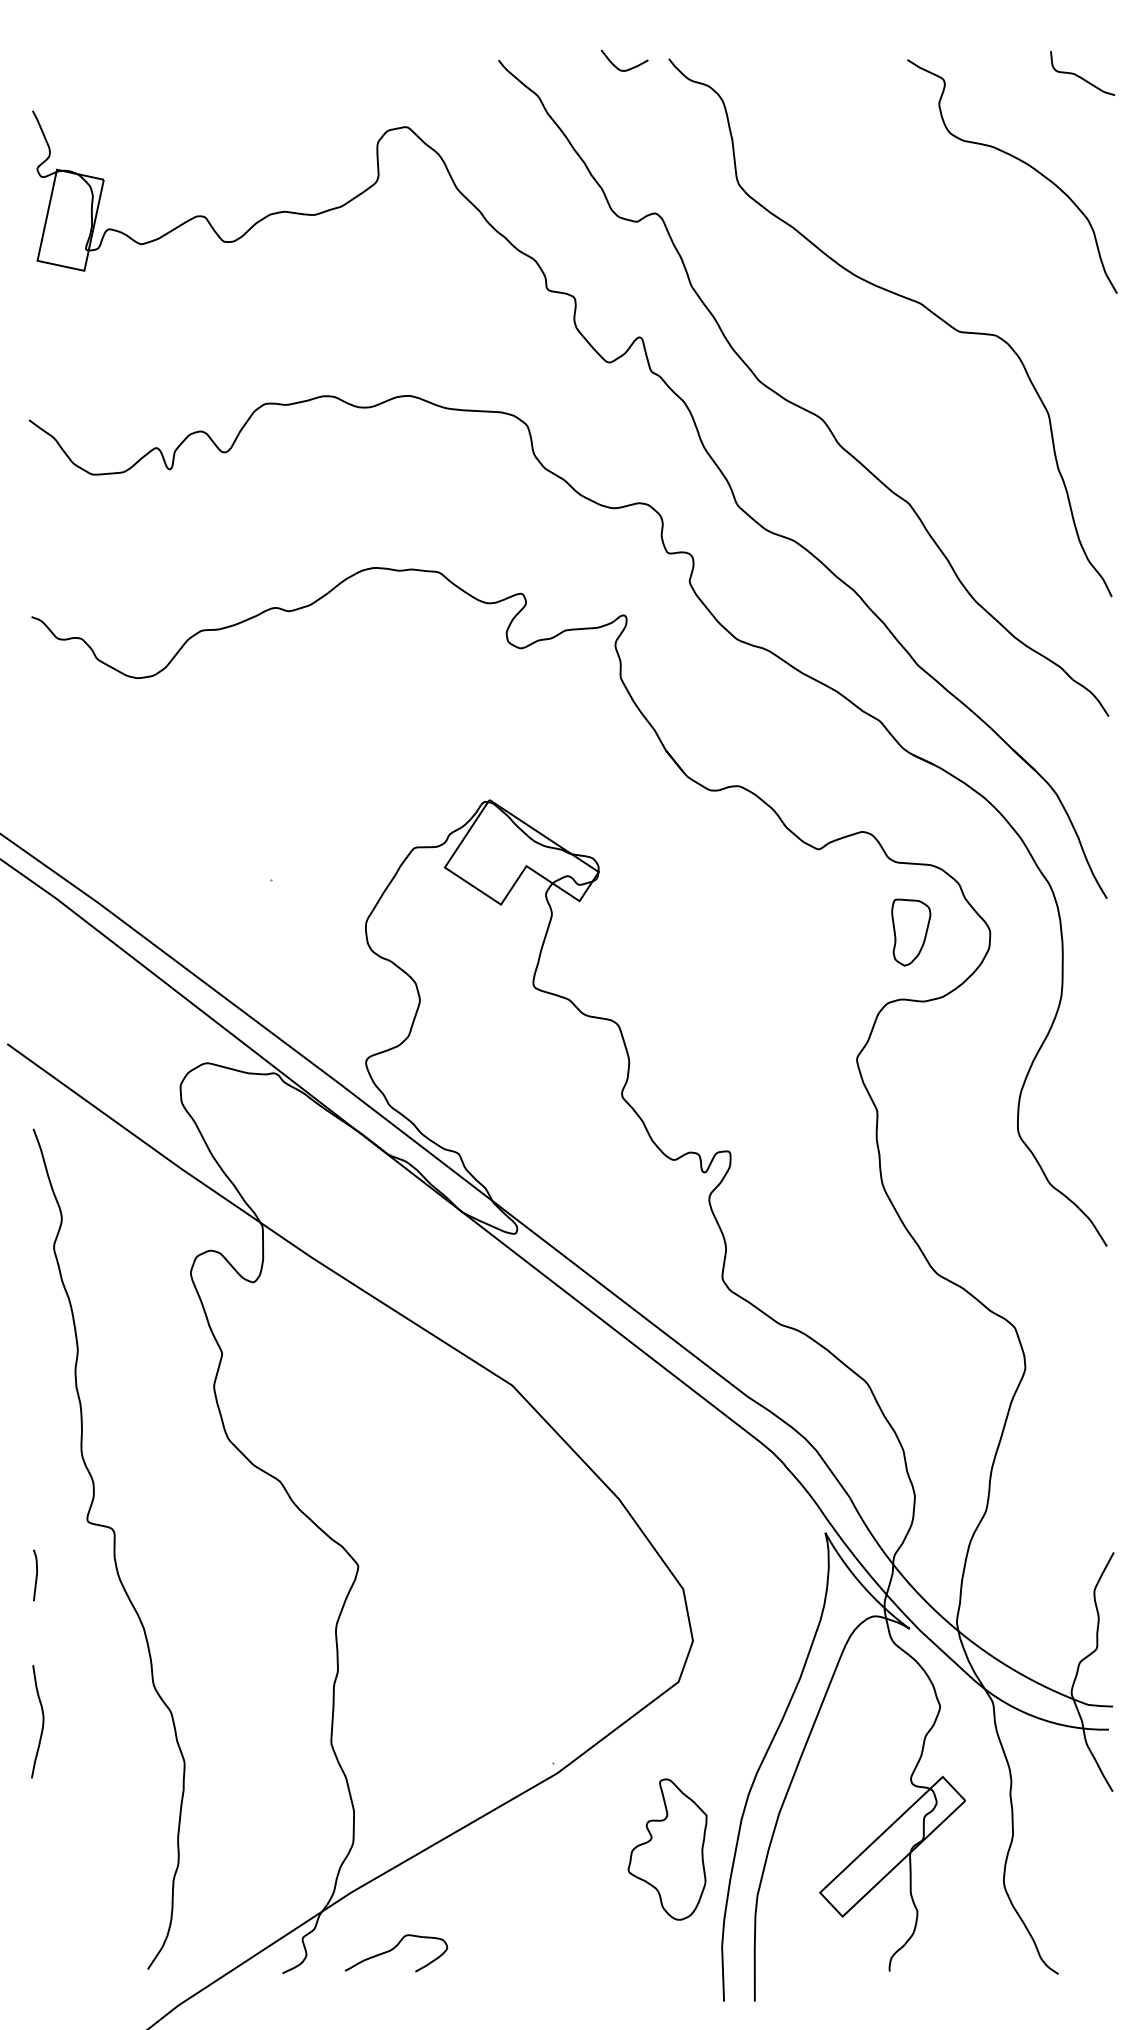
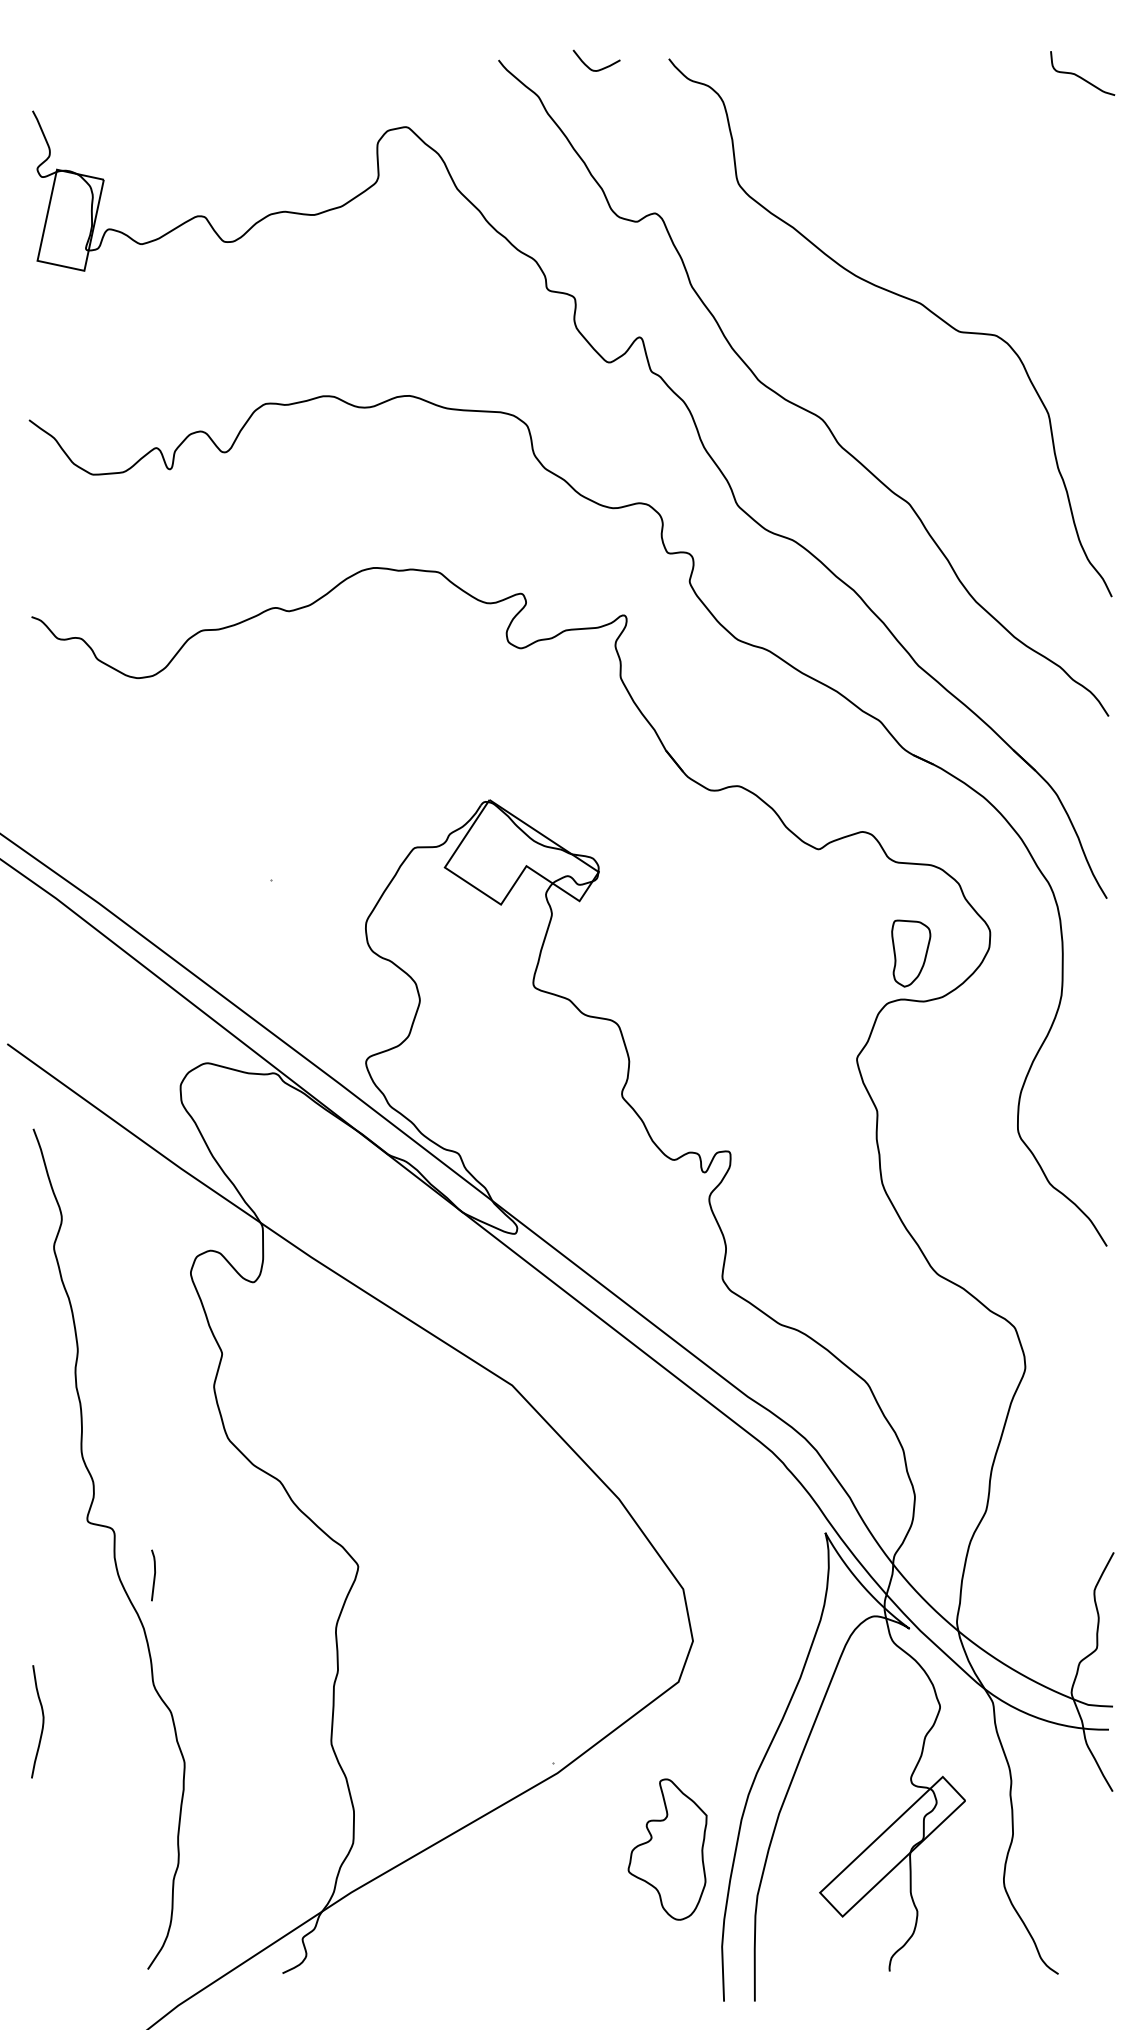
curve at (628, 68) position: (628, 68) -> (600, 68)
curve at (1020, 161): present -> none
part at (911, 932) position: (911, 932) -> (911, 953)
line at (36, 1575) position: (36, 1575) -> (154, 1575)
curve at (393, 1949): present -> none
